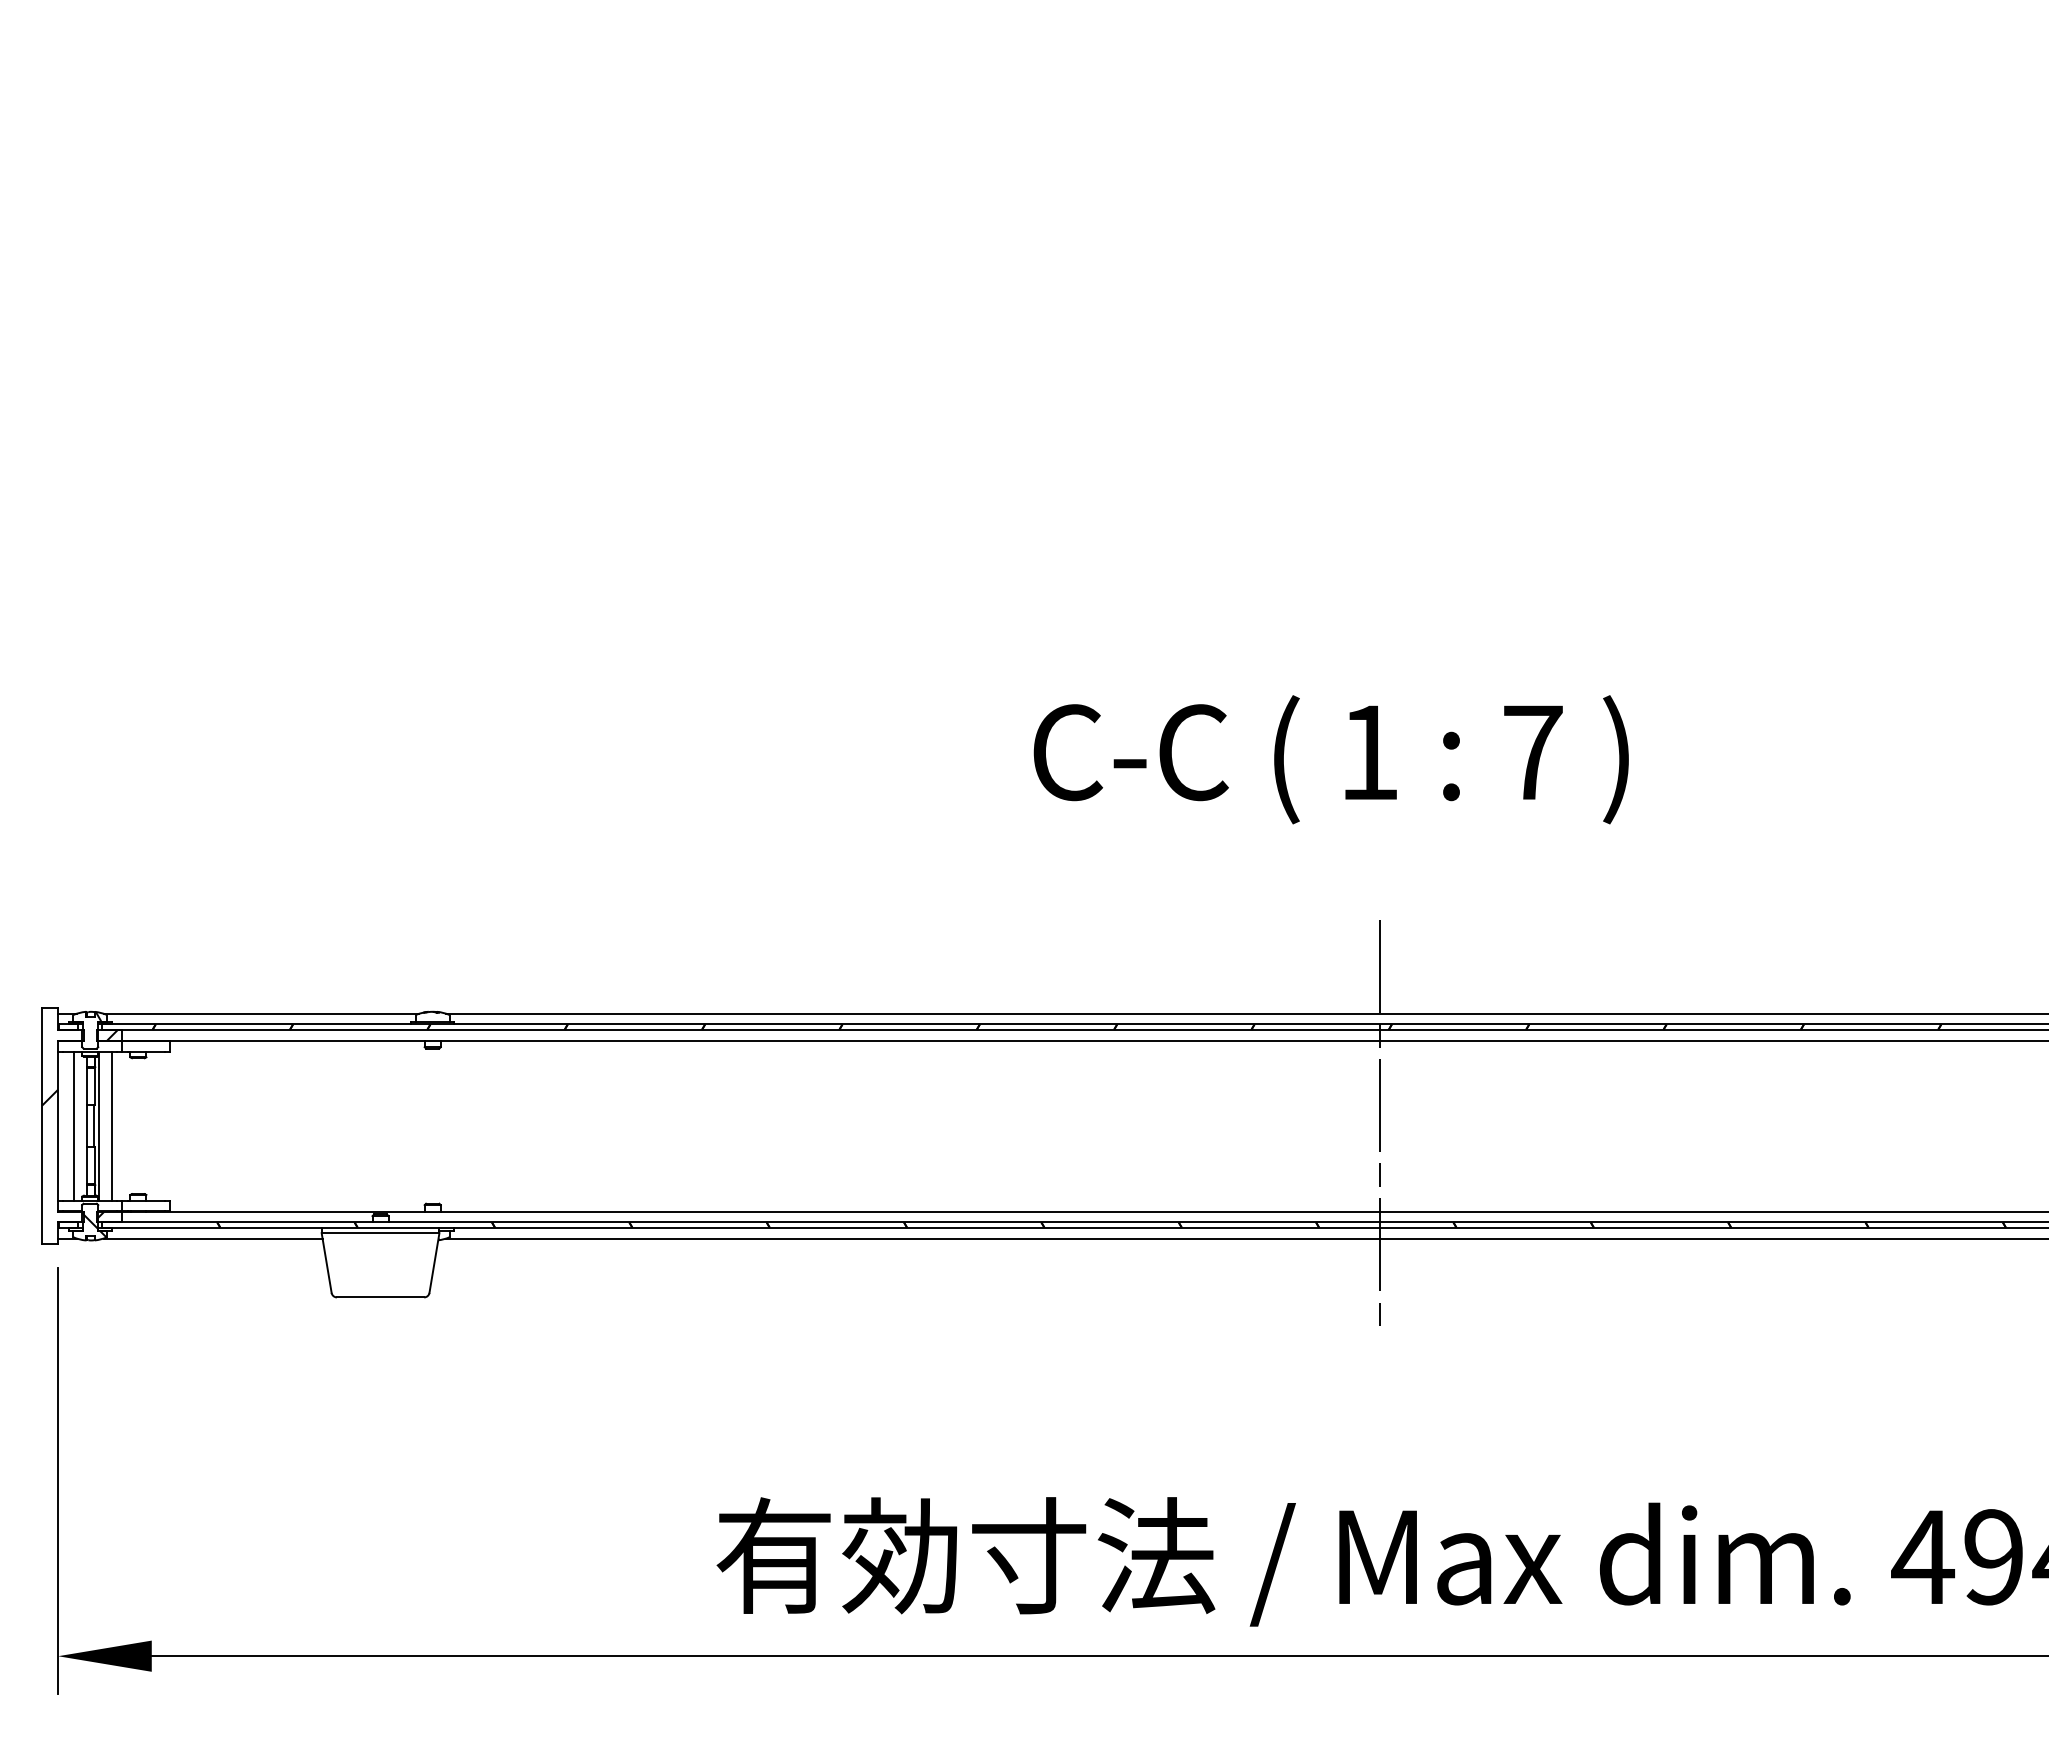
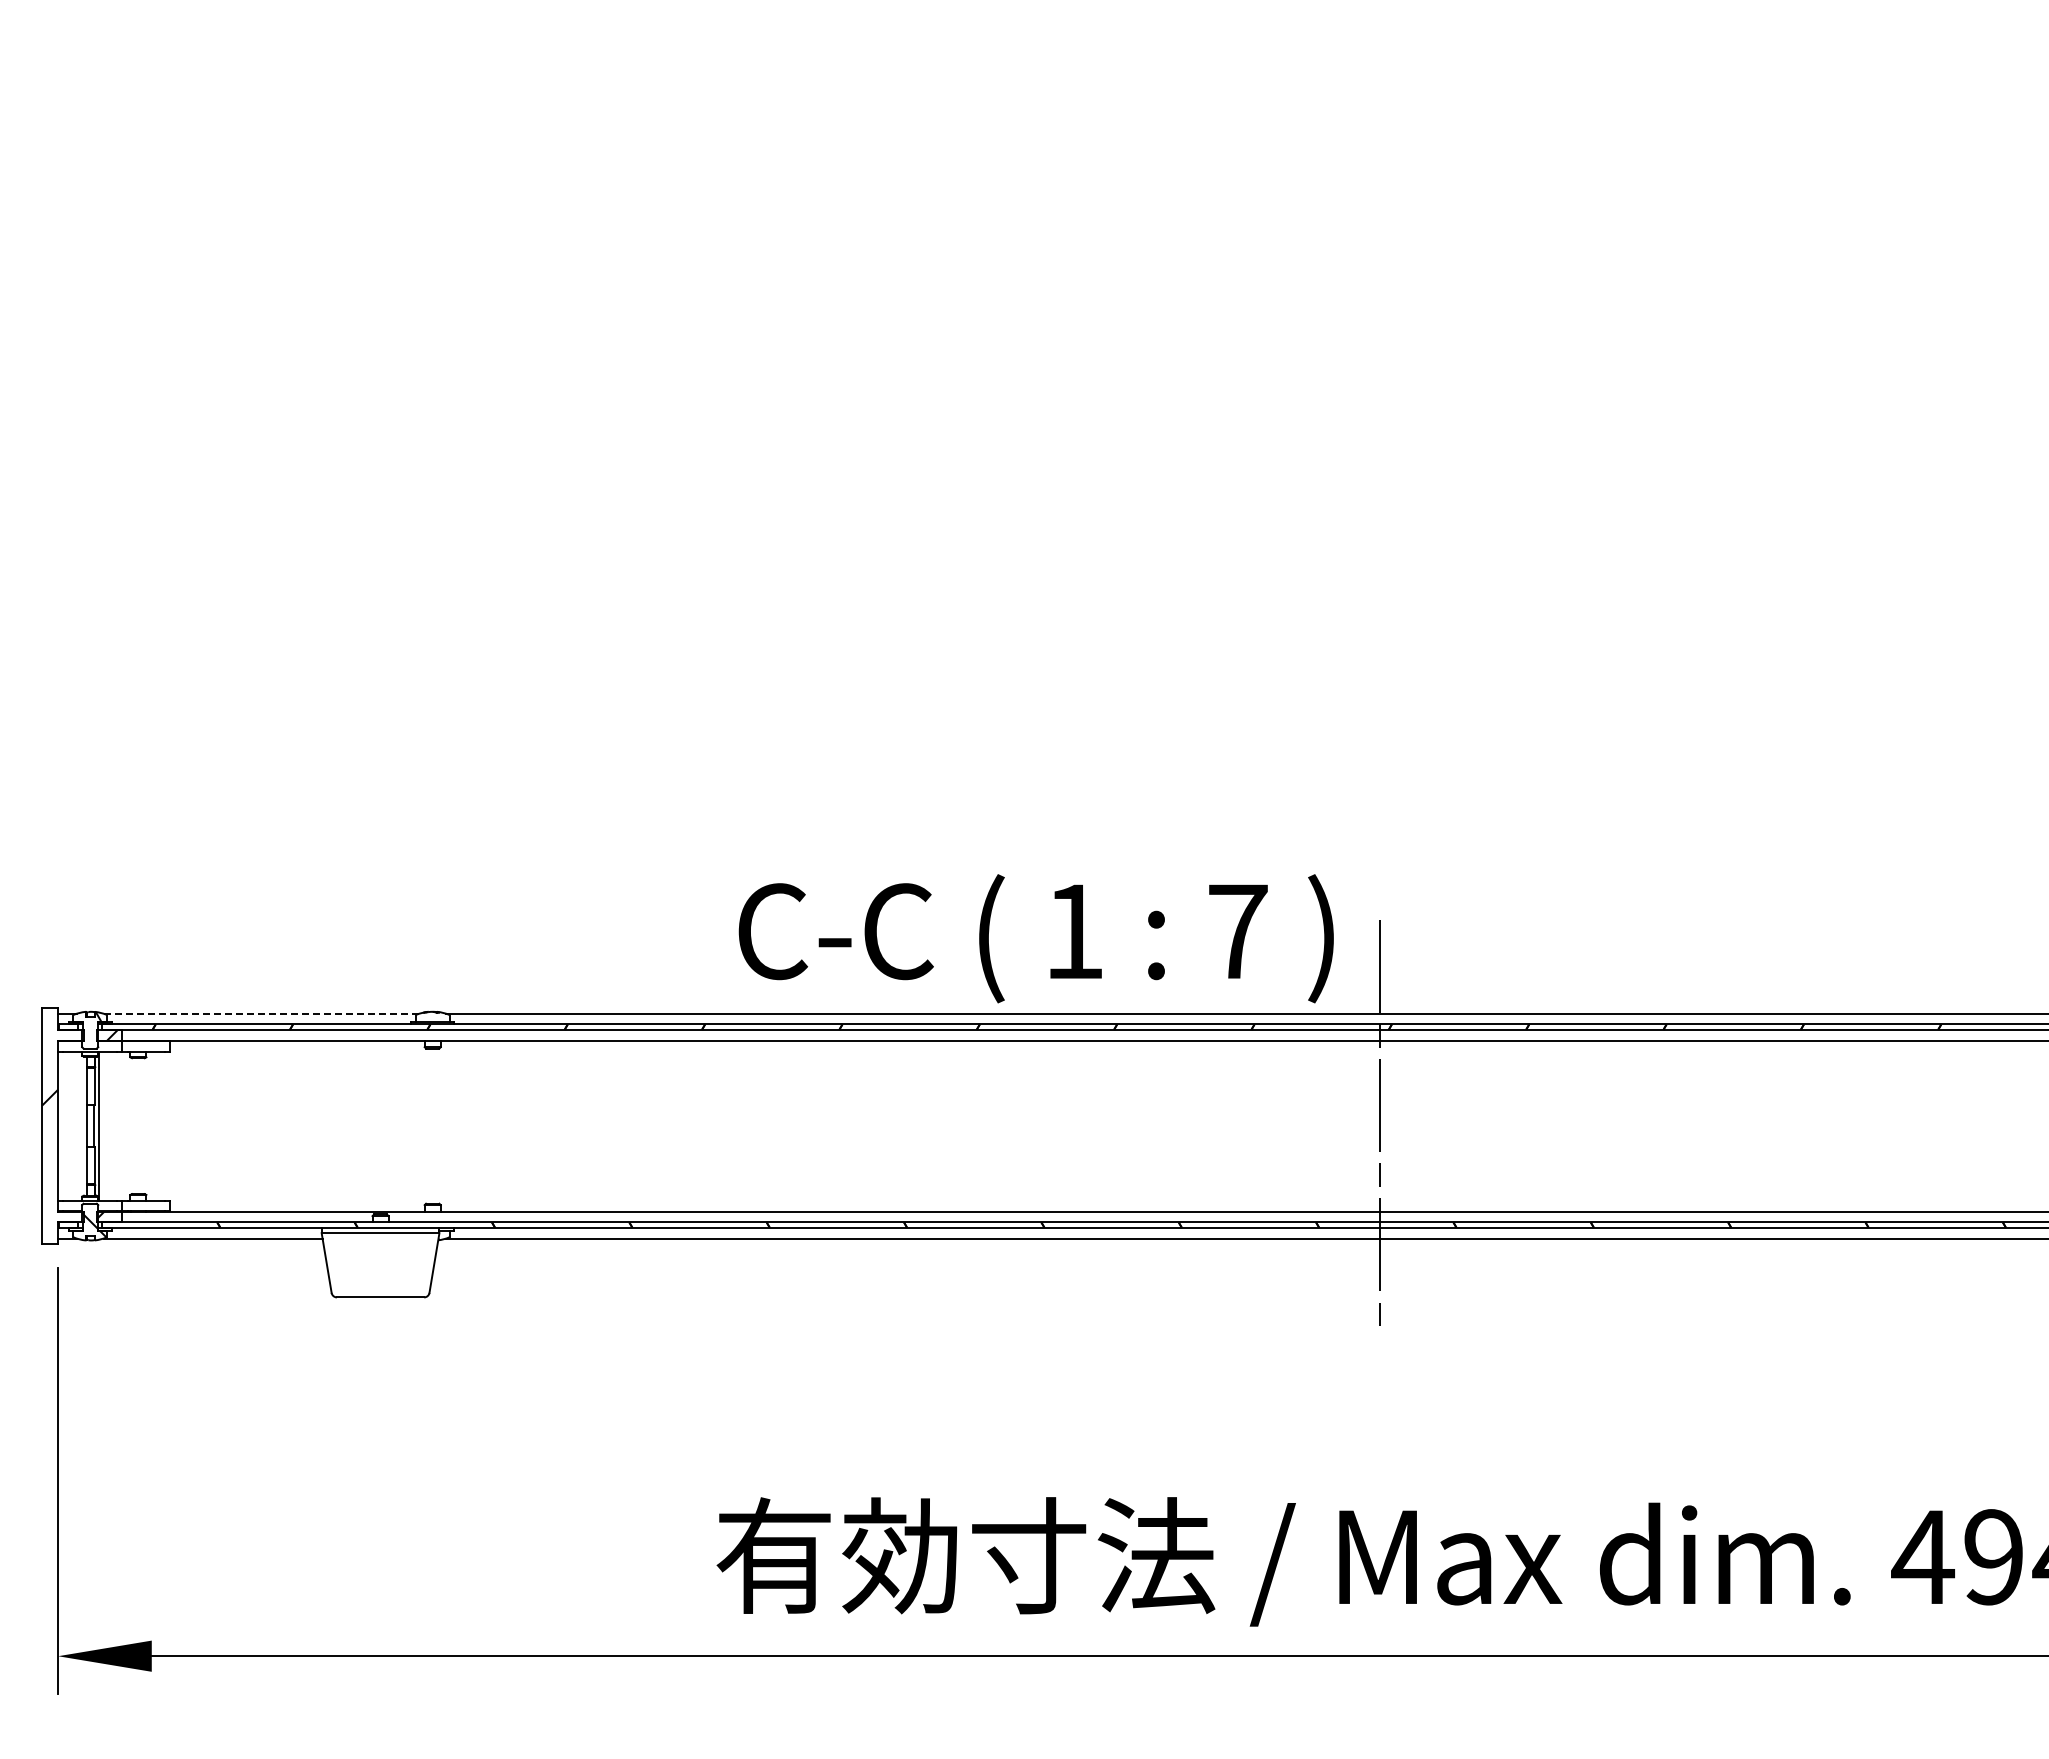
text at (1330, 759) position: (1330, 759) -> (1035, 938)
line at (261, 1013): solid -> dashed
line at (74, 1125): present -> none
line at (111, 1125): present -> none
